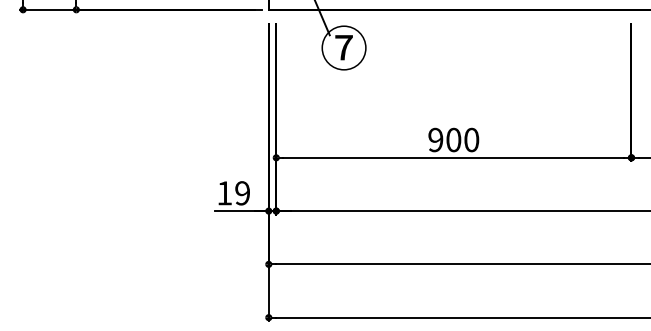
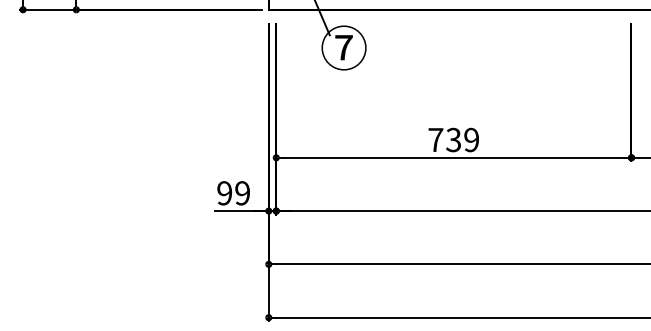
text at (453, 139): 900 -> 739
text at (224, 193): 19 -> 99
